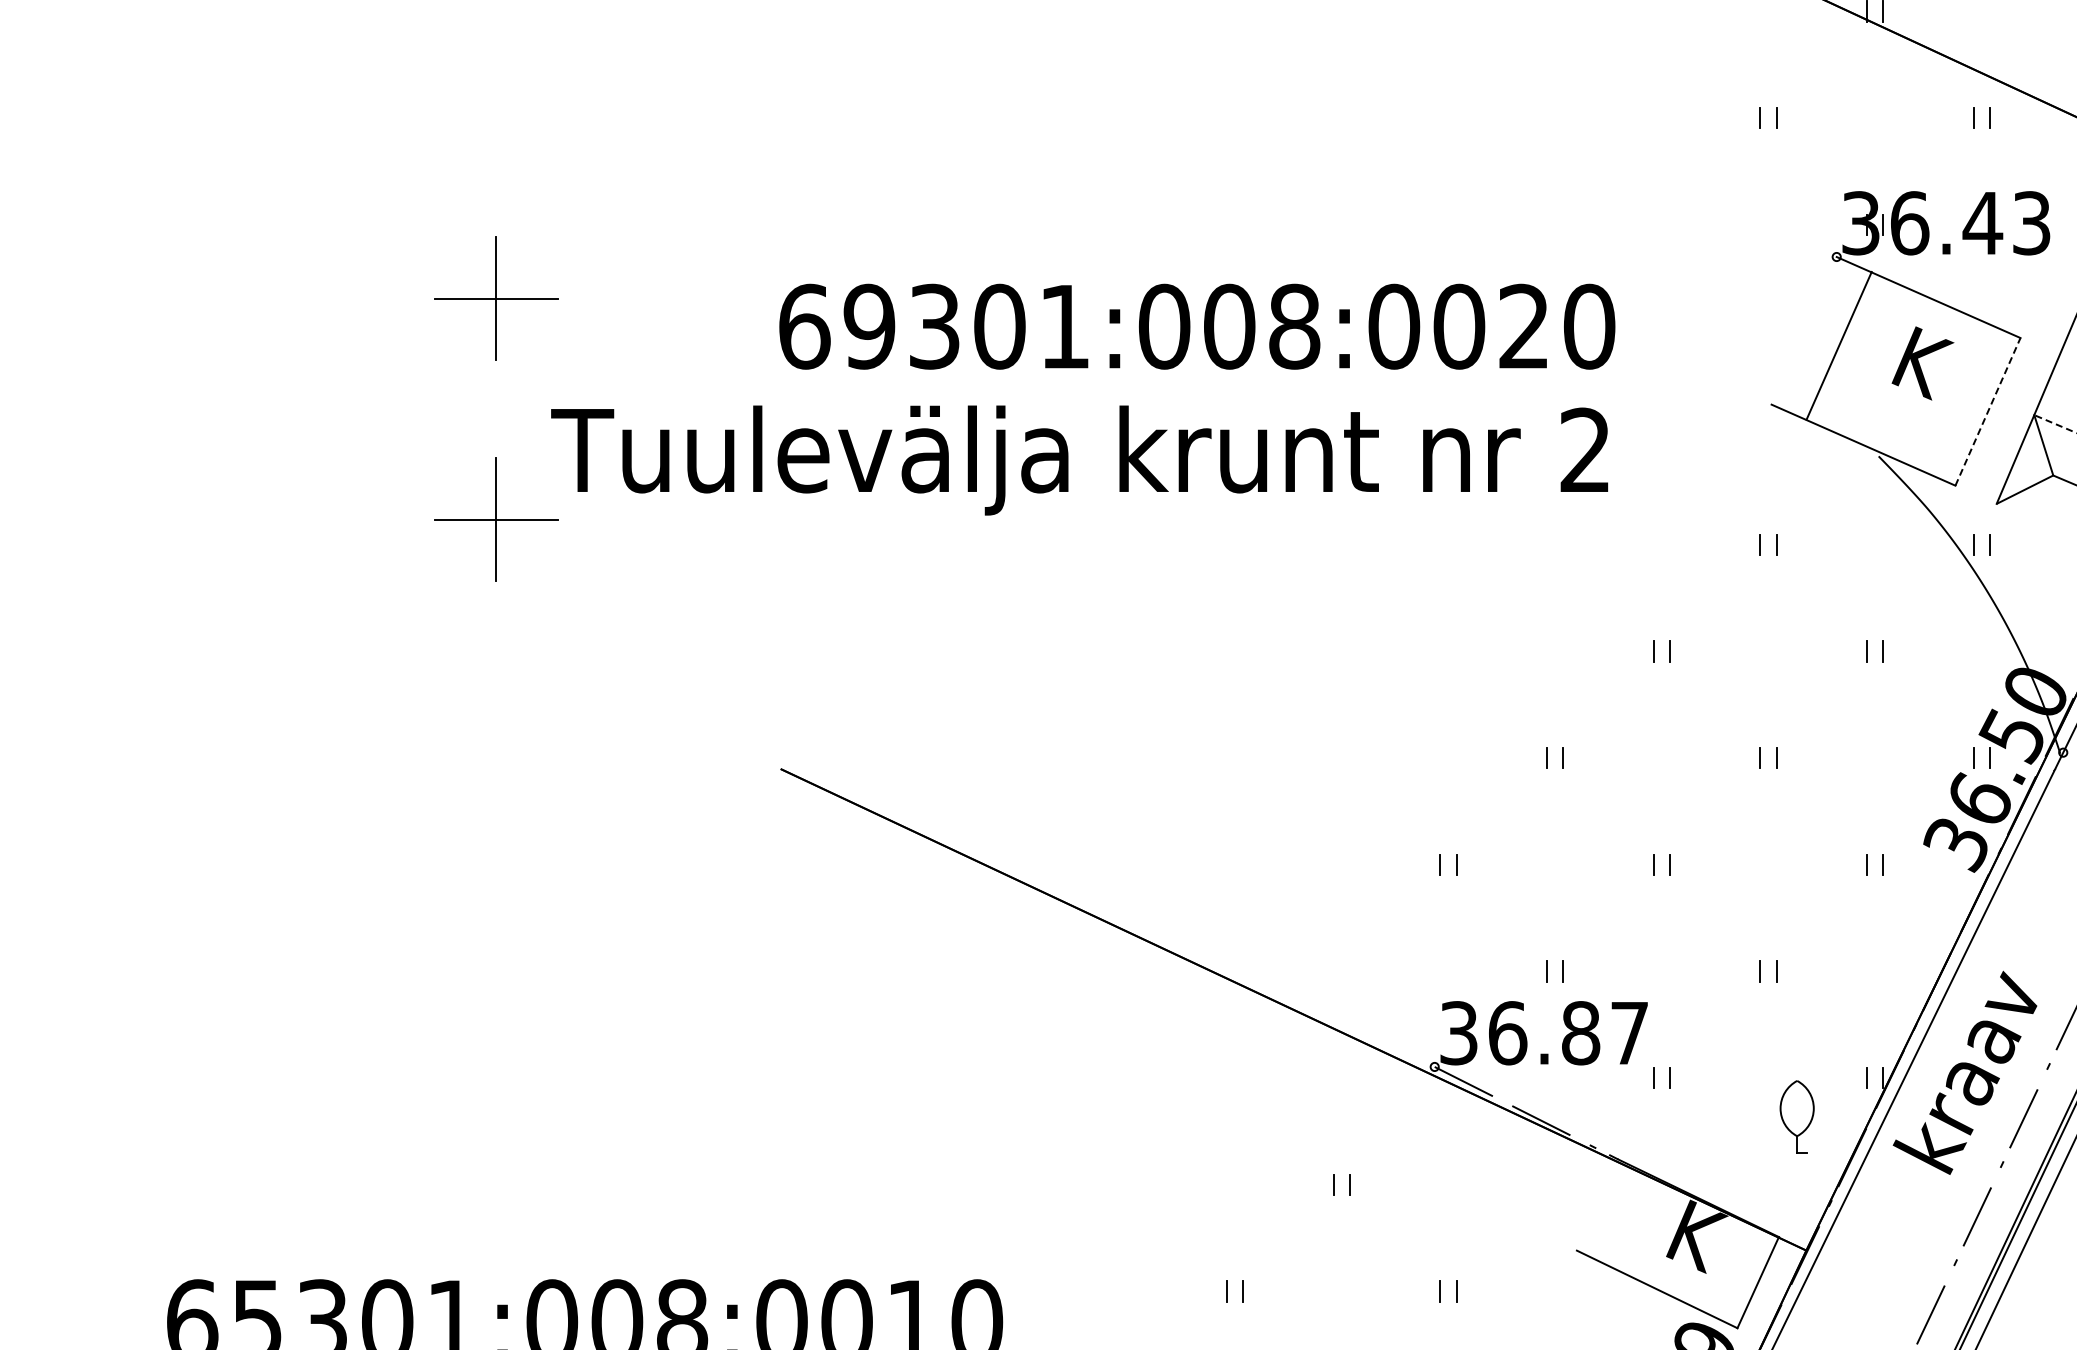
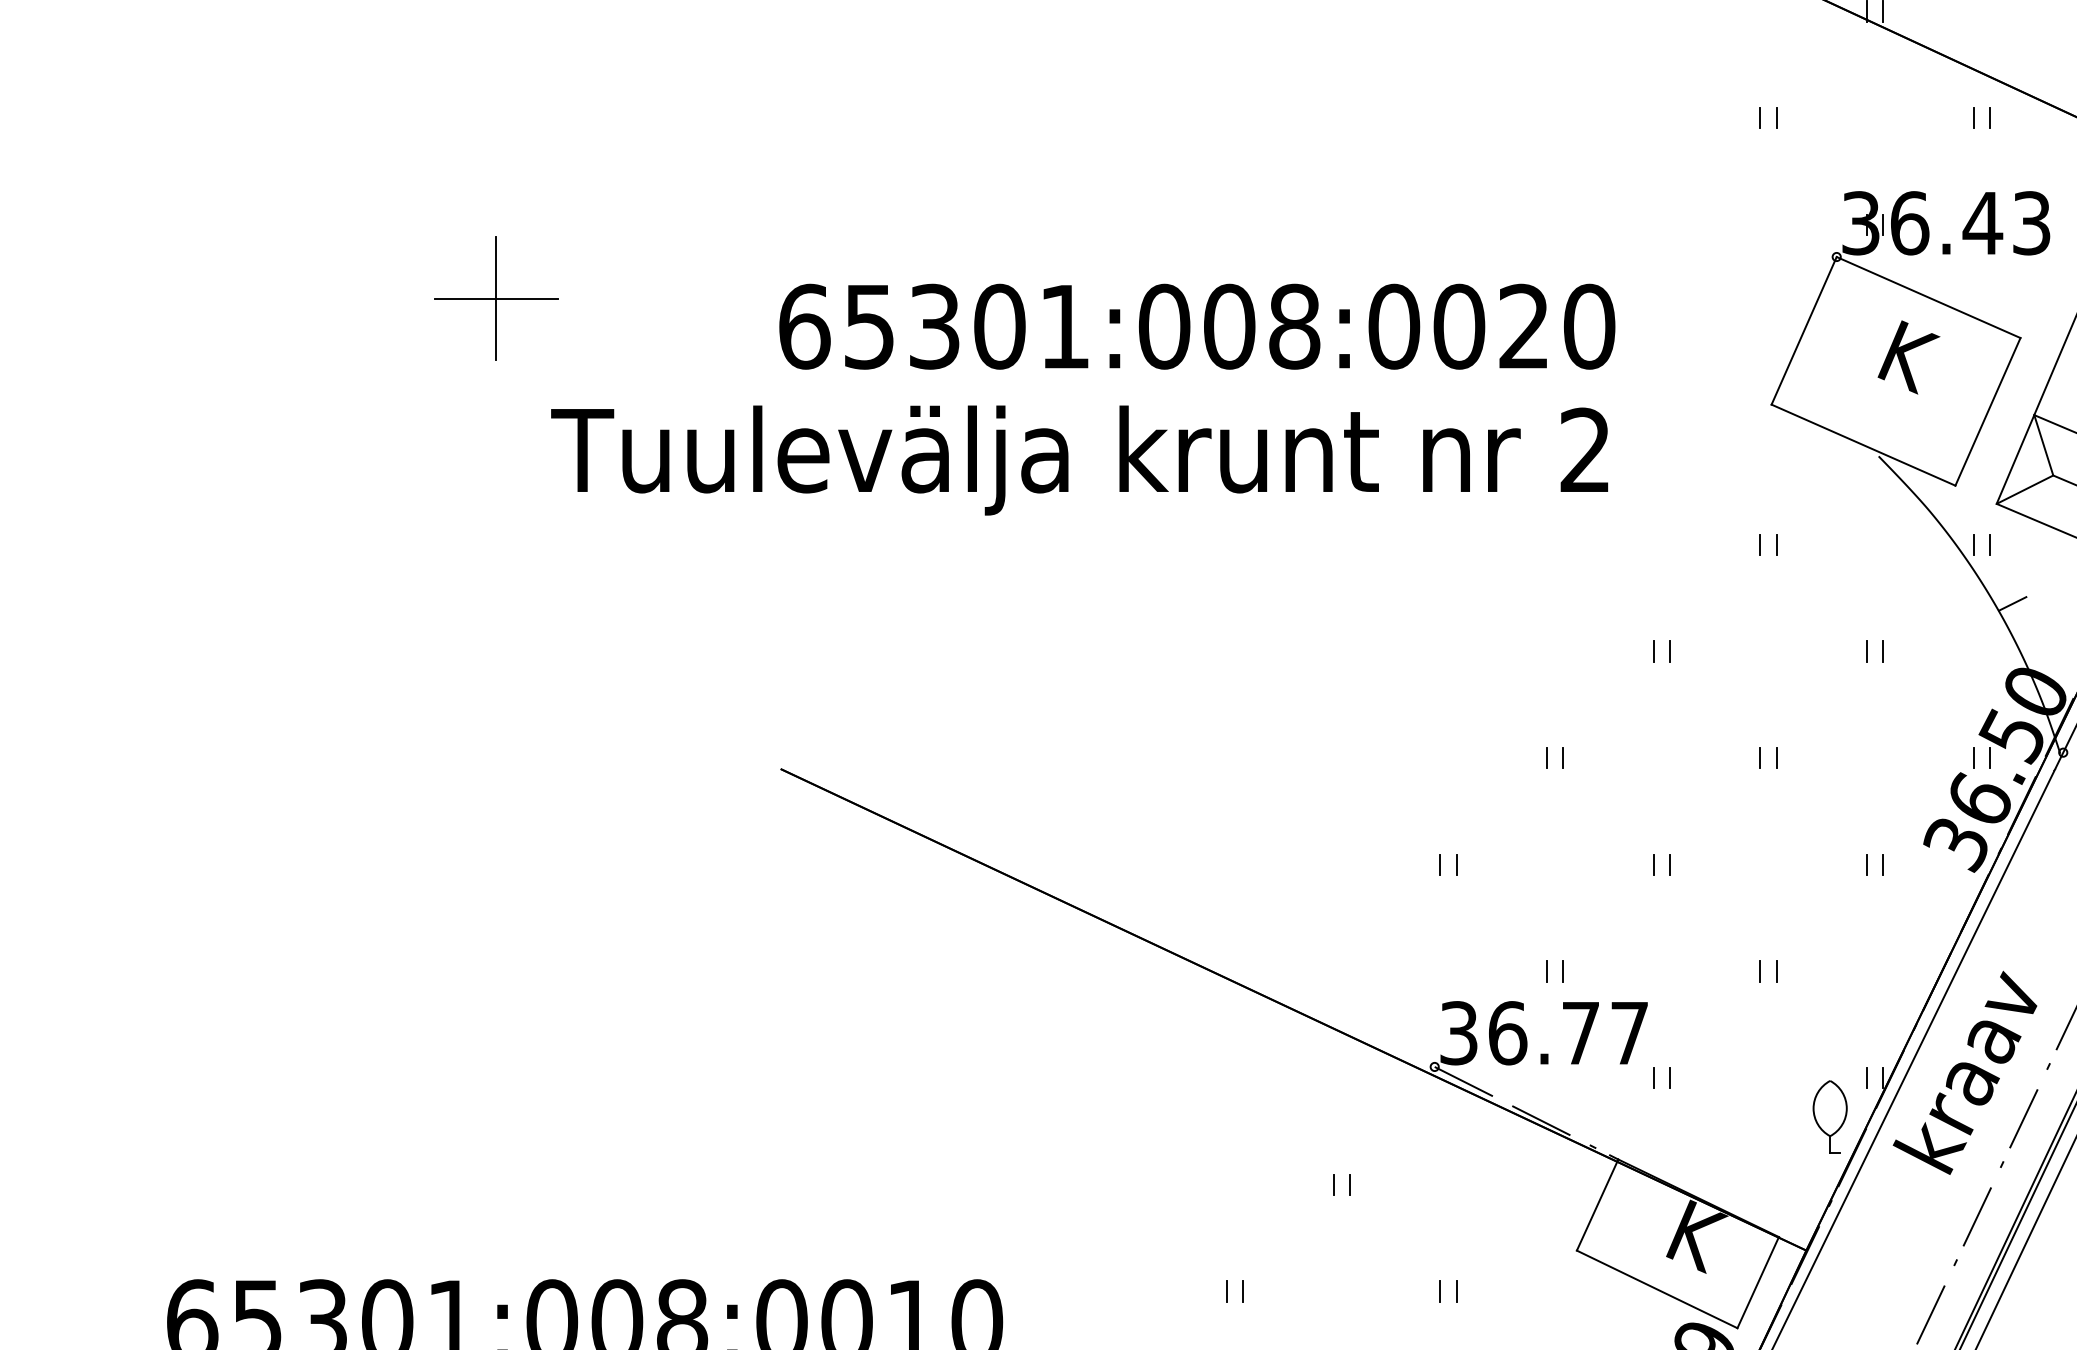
text at (869, 326): 69301:008:0020 -> 65301:008:0020
line at (1838, 345) position: (1838, 345) -> (1803, 330)
text at (1922, 363) position: (1922, 363) -> (1908, 357)
line at (1987, 411): dashed -> solid
line at (2055, 424): dashed -> solid
part at (496, 519): present -> none
line at (2034, 519): none -> present
line at (2012, 603): none -> present
text at (1581, 1033): 36.87 -> 36.77
part at (1796, 1116) position: (1796, 1116) -> (1829, 1116)
line at (1597, 1204): none -> present
